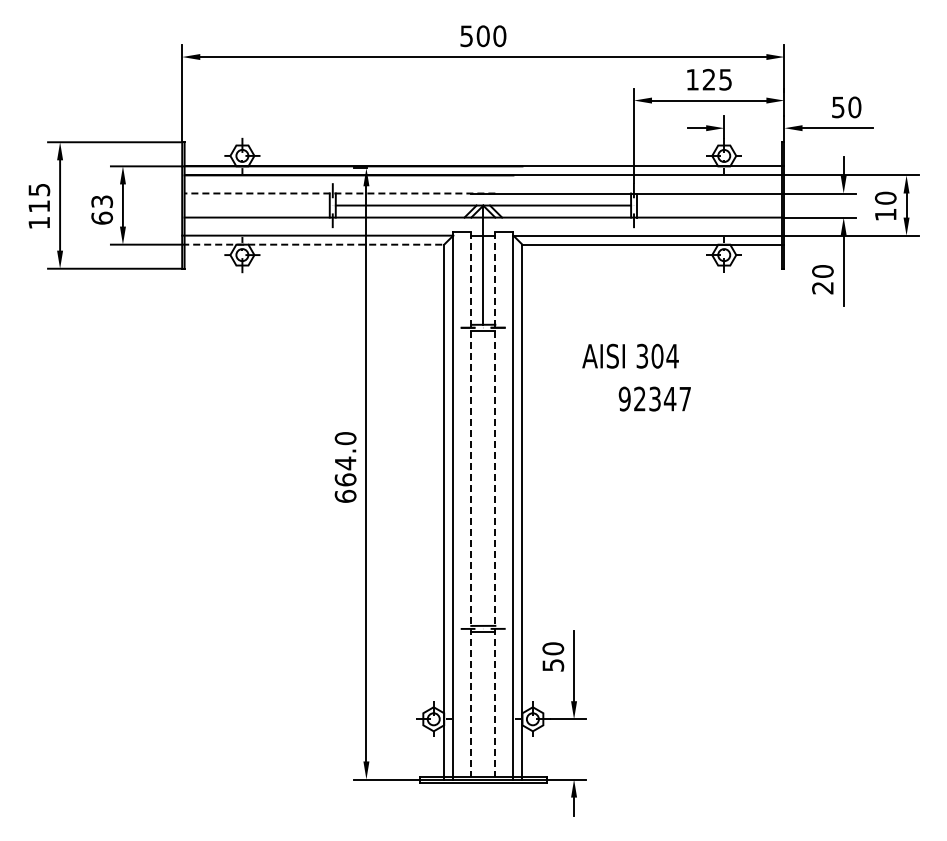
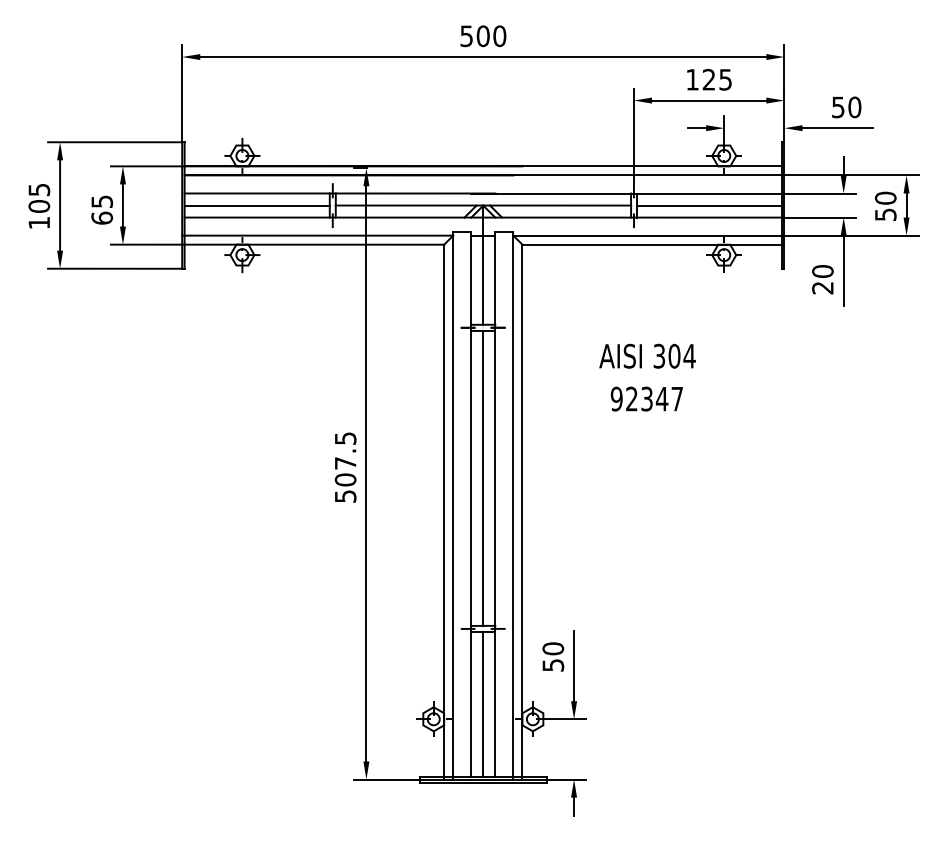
line at (339, 193): dashed -> solid
text at (101, 201): 63 -> 65
line at (256, 205): none -> present
line at (709, 205): none -> present
text at (39, 206): 115 -> 105
text at (885, 214): 10 -> 50
line at (313, 244): dashed -> solid
text at (630, 355) position: (630, 355) -> (647, 355)
text at (654, 398) position: (654, 398) -> (646, 398)
text at (345, 467): 664.0 -> 507.5
line at (483, 477): none -> present
line at (471, 504): dashed -> solid
line at (495, 504): dashed -> solid
line at (483, 704): none -> present
